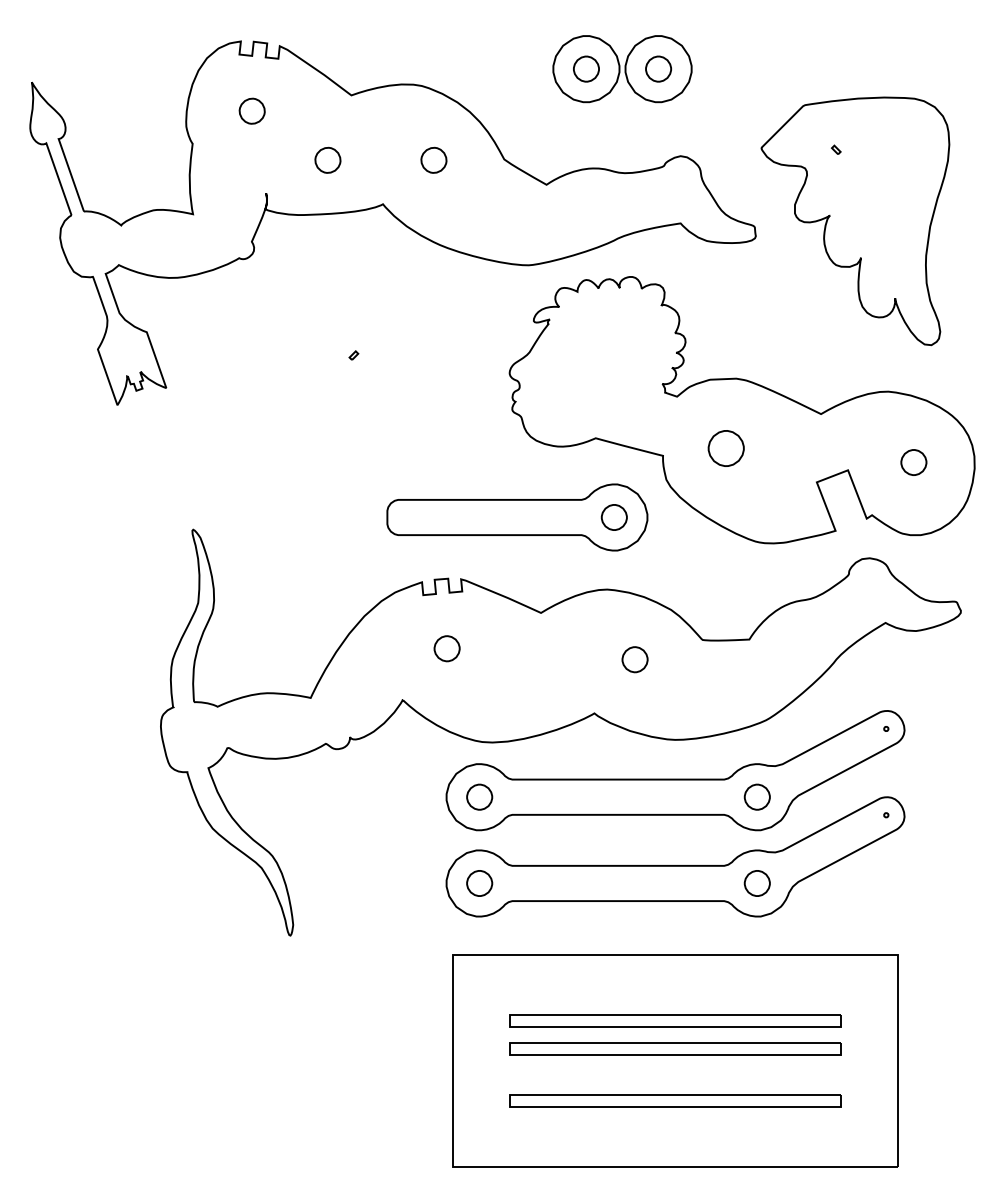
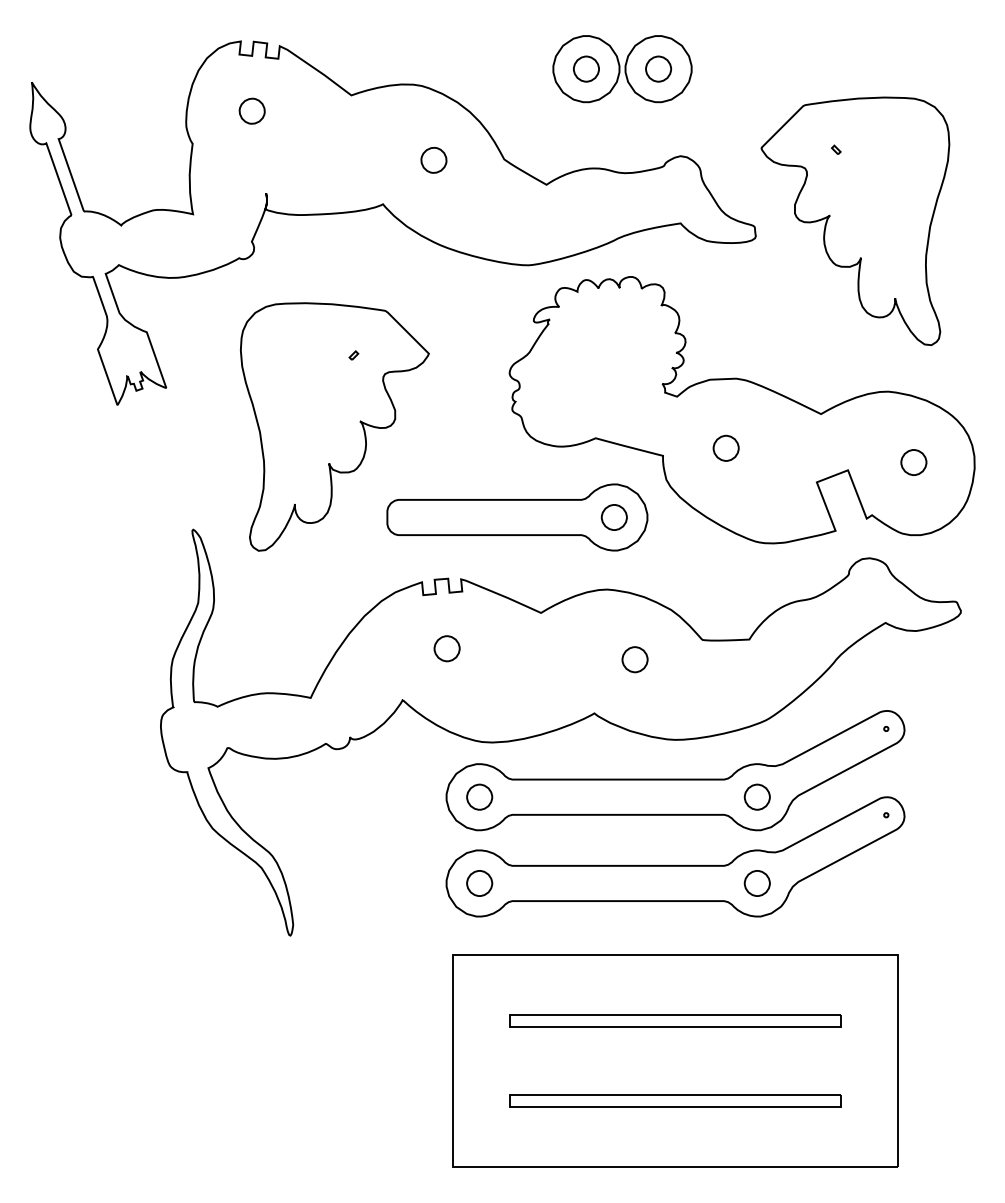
part at (327, 159): present -> none
part at (334, 426): none -> present
part at (725, 448) size: 38x37 px -> 28x28 px
part at (675, 1048): present -> none
